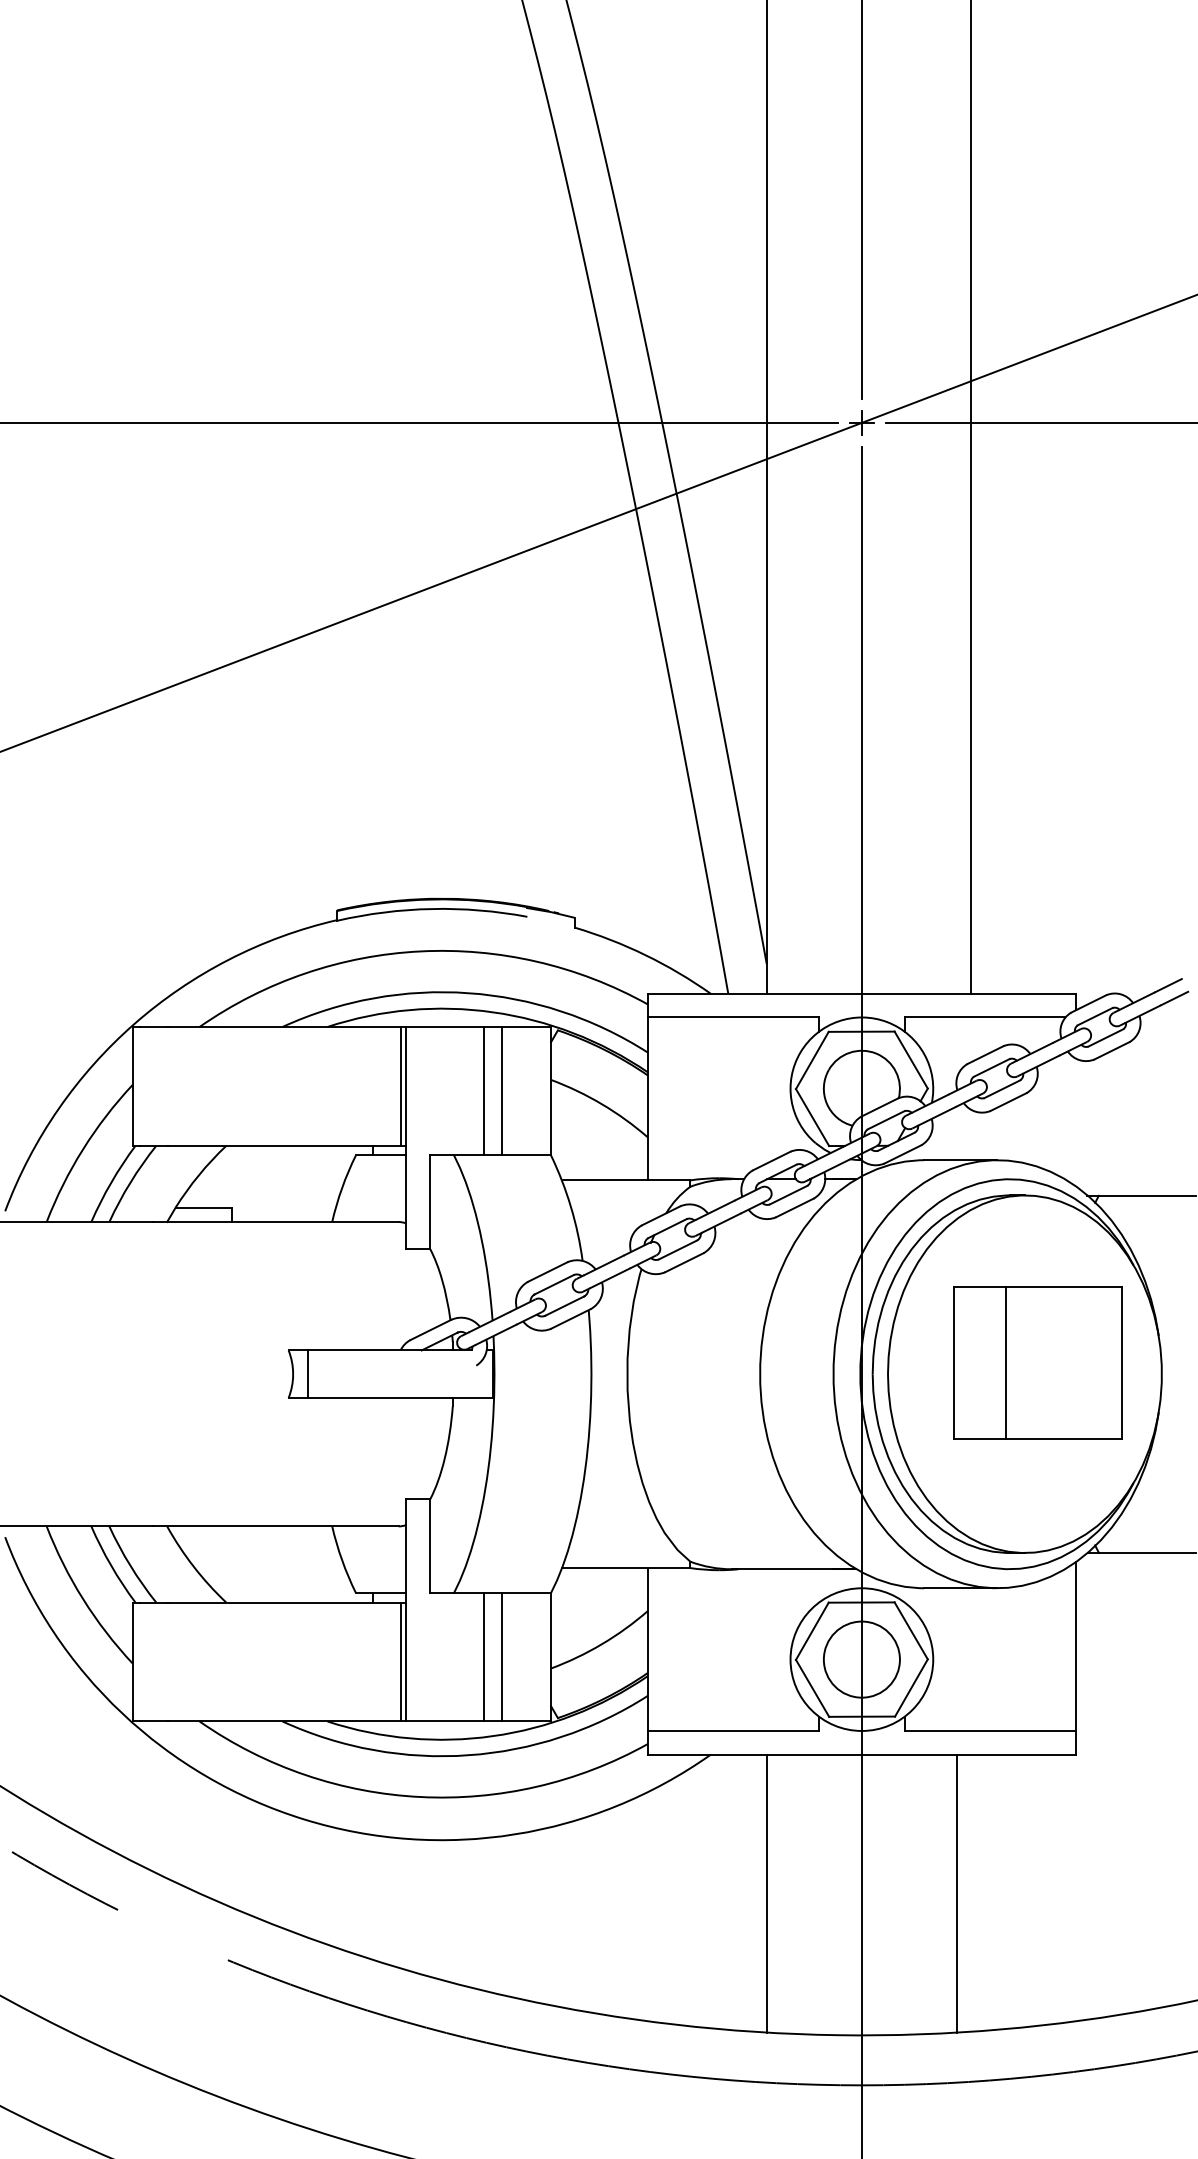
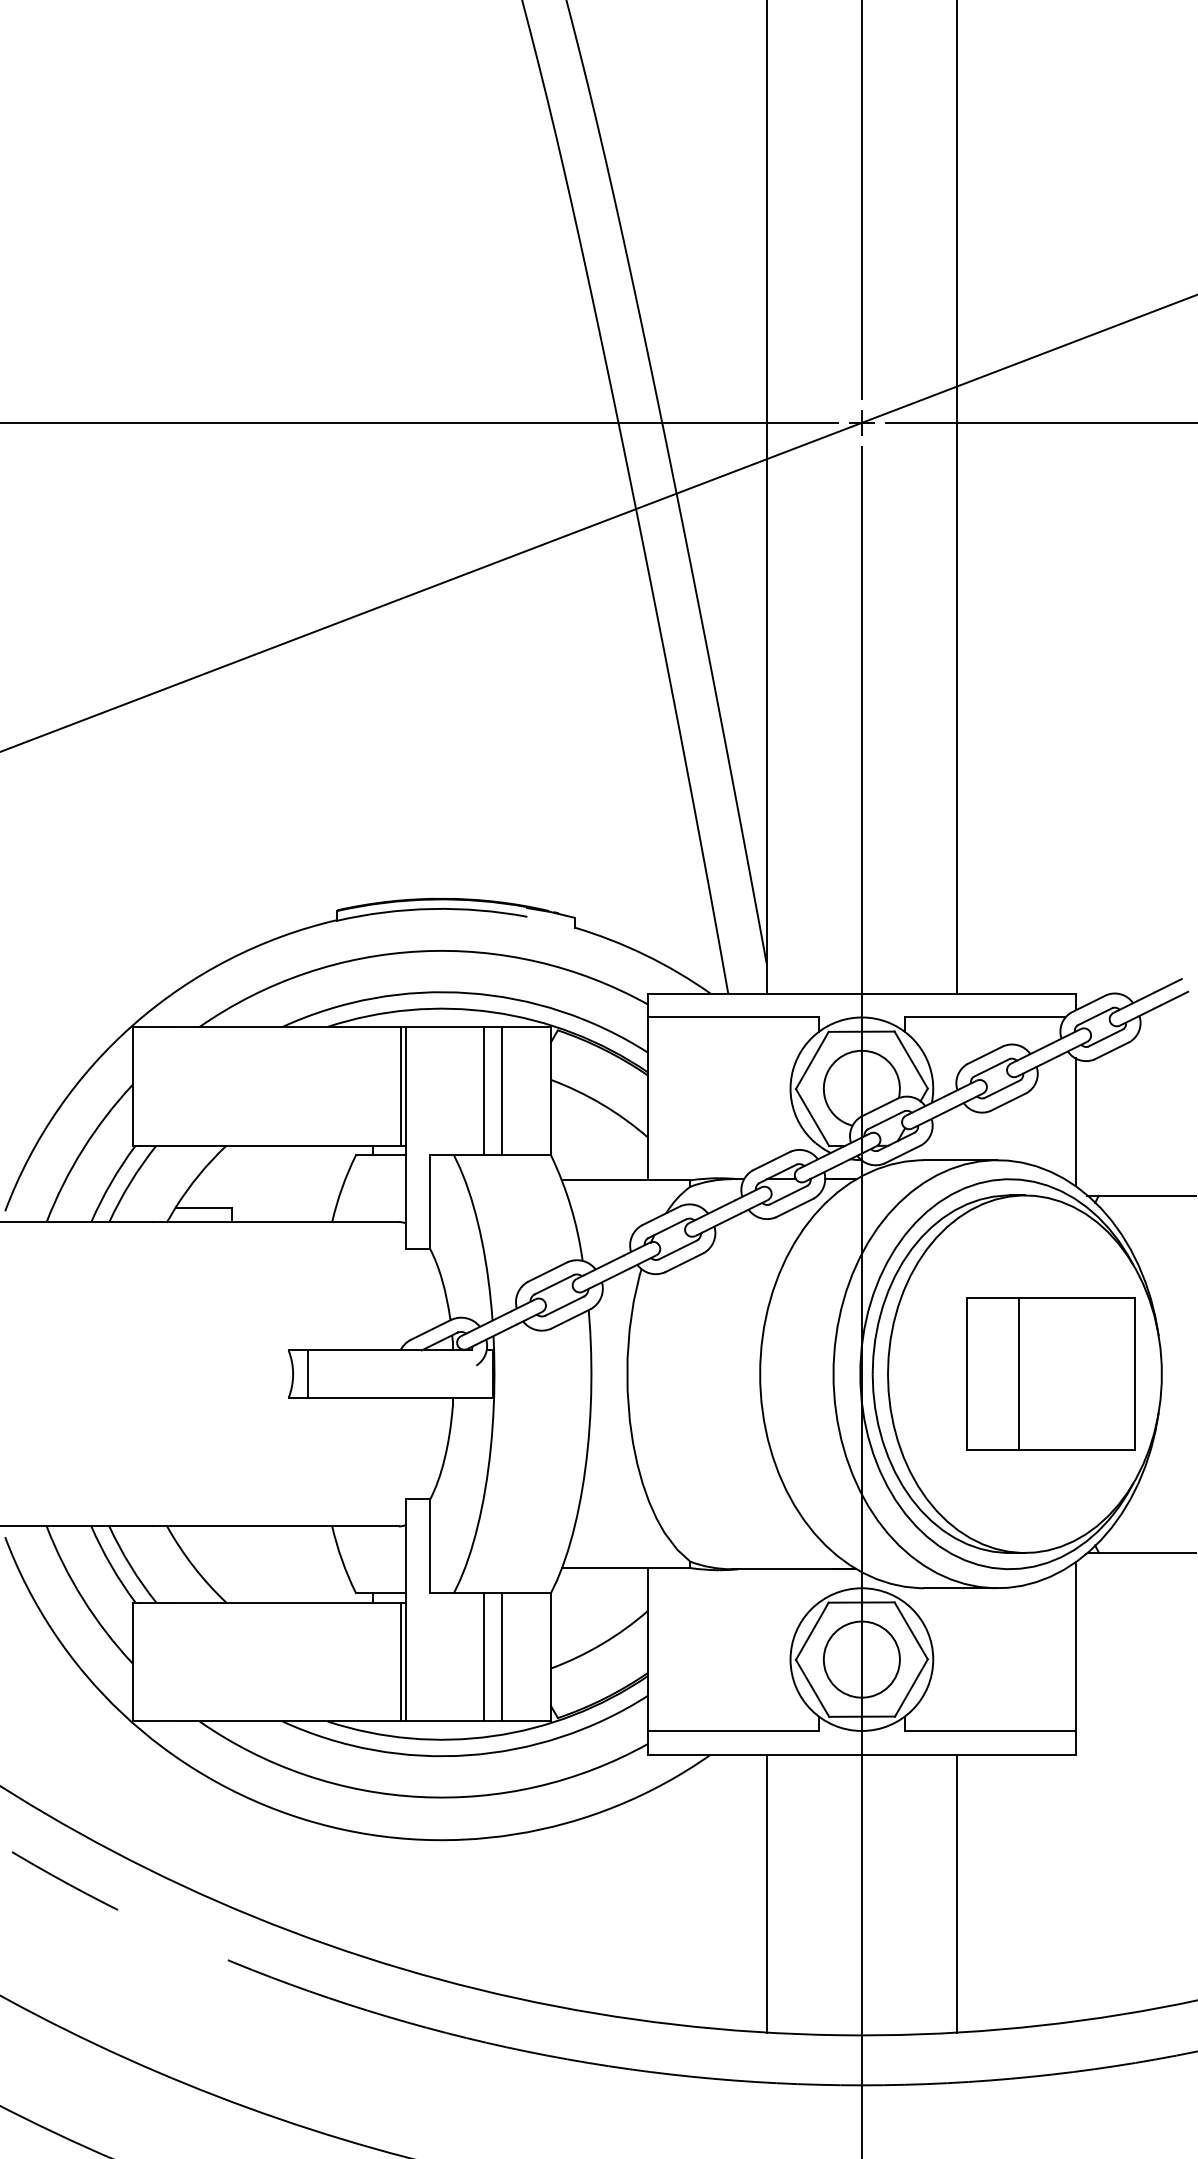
line at (971, 497) position: (971, 497) -> (957, 497)
line at (1075, 1122): none -> present
part at (1037, 1362) position: (1037, 1362) -> (1050, 1373)
